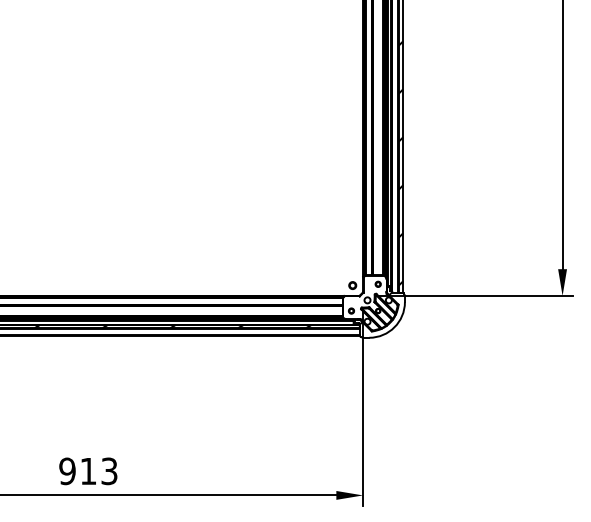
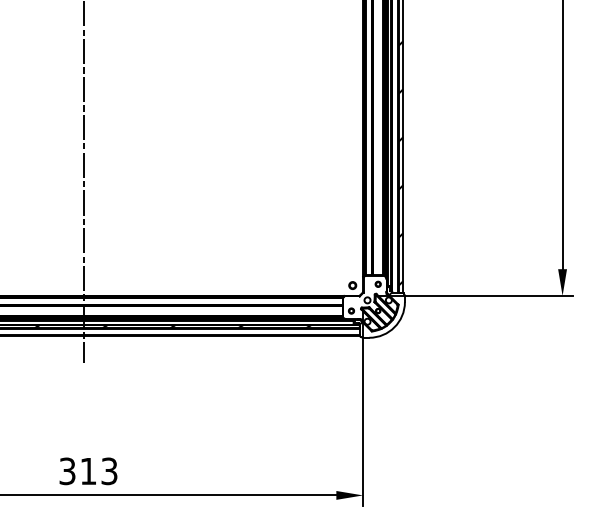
line at (84, 182): none -> present
text at (67, 470): 913 -> 313
